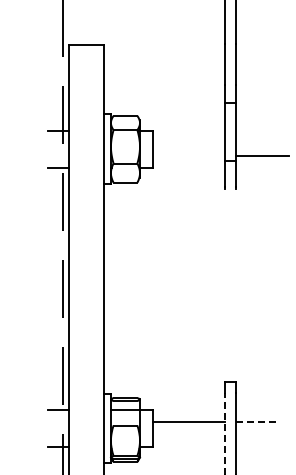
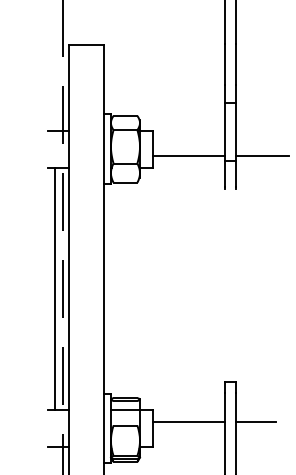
line at (188, 156): none -> present
line at (55, 288): none -> present
line at (256, 421): dashed -> solid
line at (224, 434): dashed -> solid
